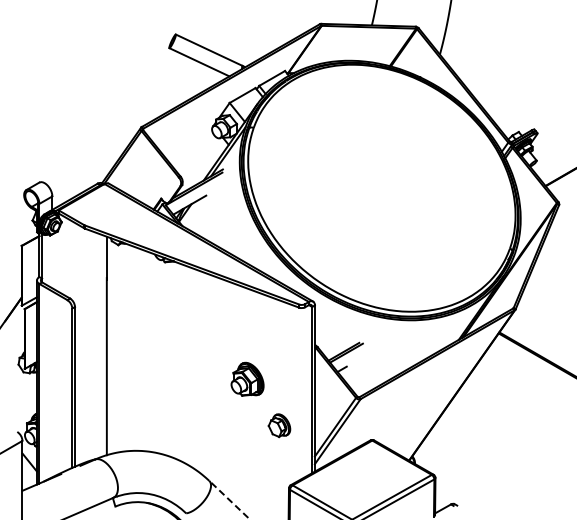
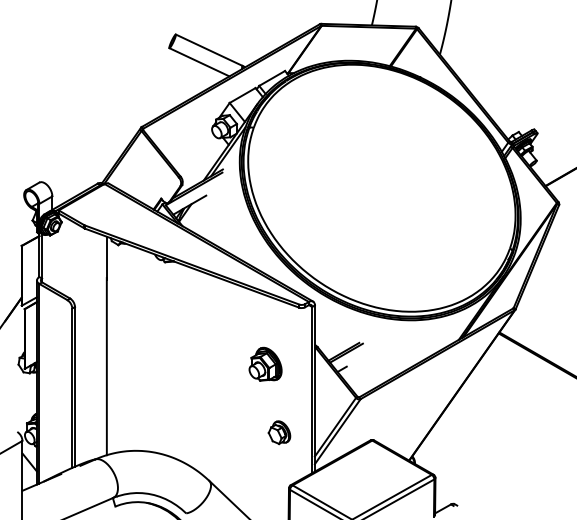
part at (247, 378) position: (247, 378) -> (265, 363)
part at (279, 425) position: (279, 425) -> (279, 432)
line at (229, 500): dashed -> solid
